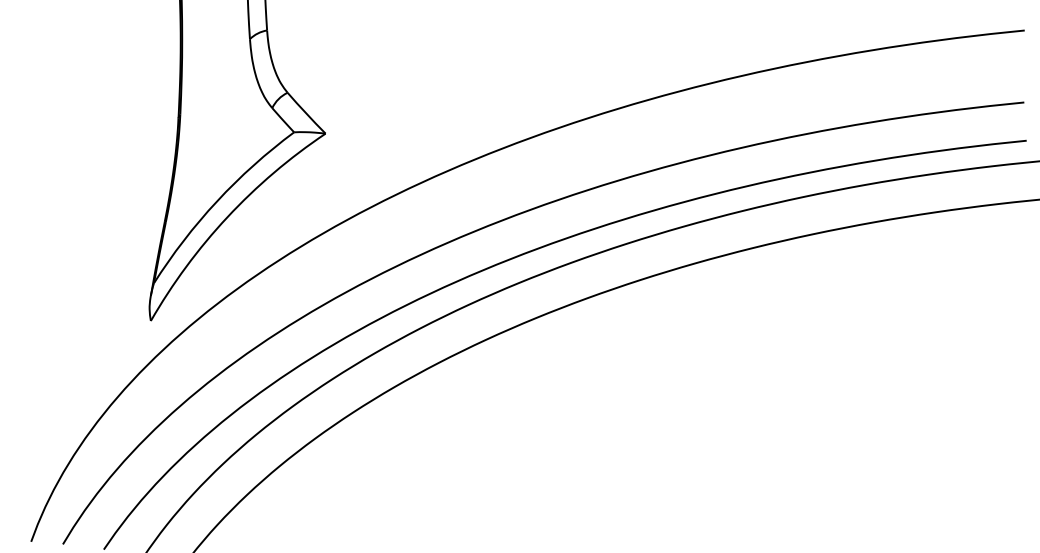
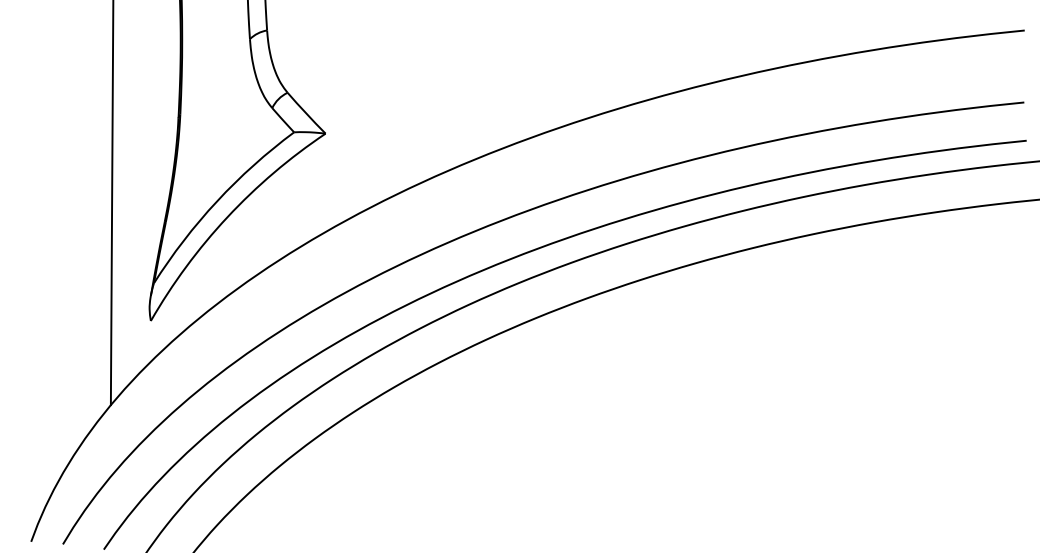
line at (111, 203): none -> present
